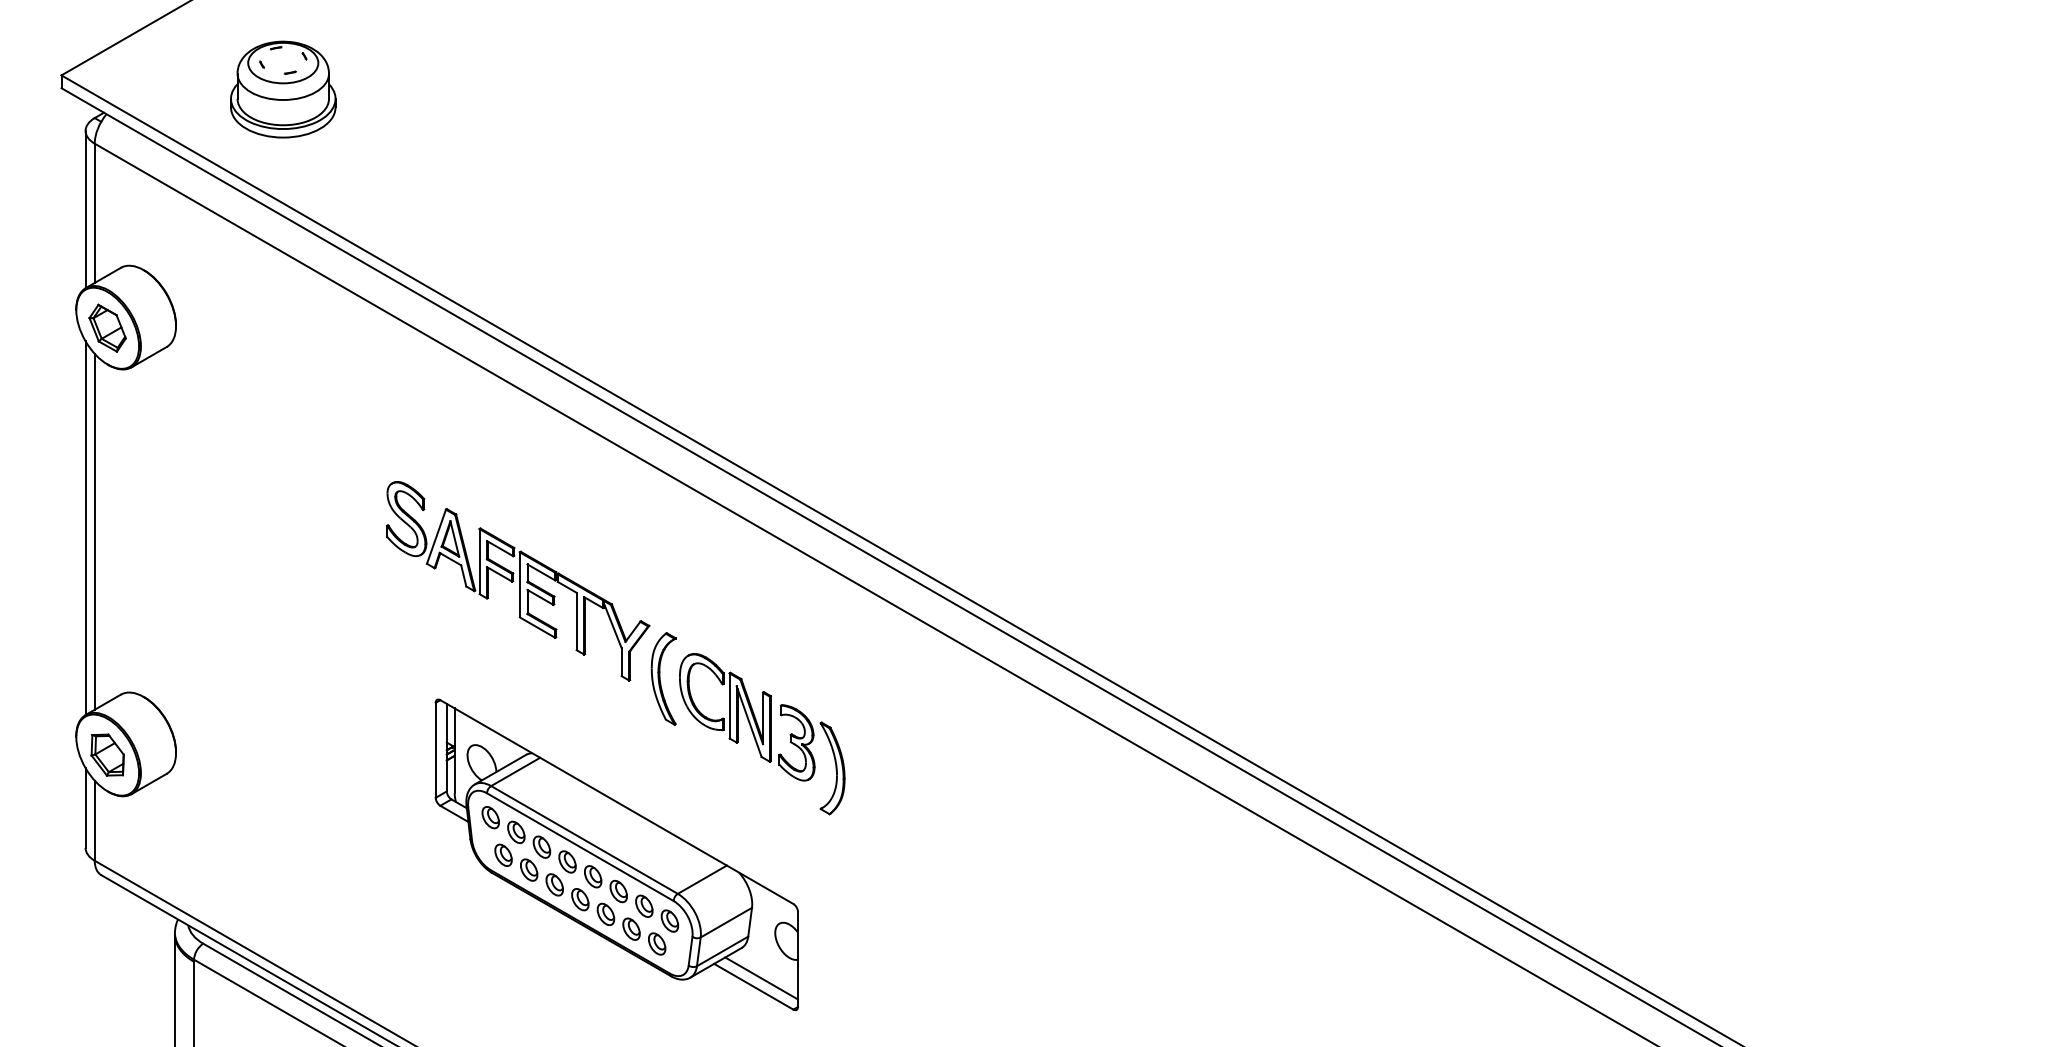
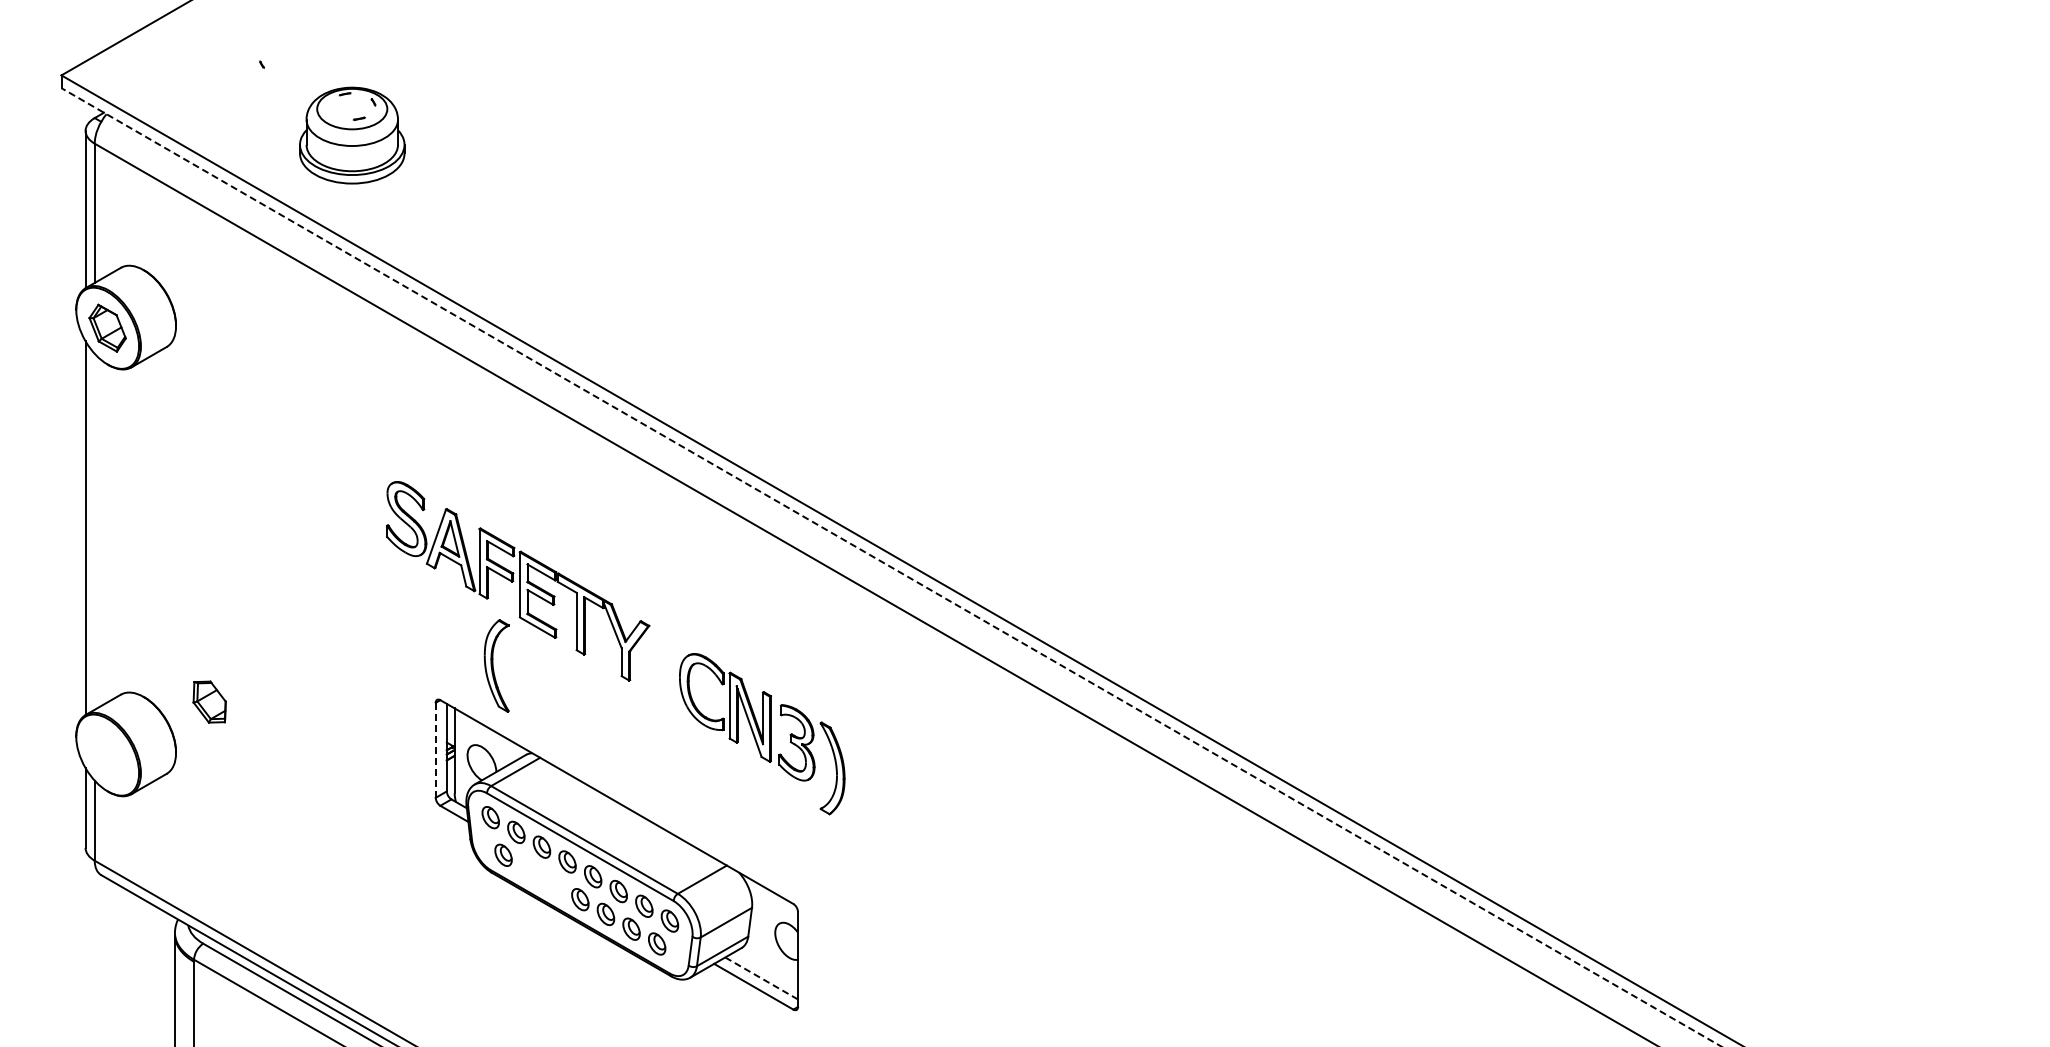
part at (283, 89) position: (283, 89) -> (352, 135)
line at (94, 531): present -> none
line at (891, 567): solid -> dashed
part at (663, 678) position: (663, 678) -> (496, 665)
line at (435, 749): solid -> dashed
part at (107, 754) position: (107, 754) -> (209, 701)
part at (541, 877): present -> none
line at (761, 978): solid -> dashed
